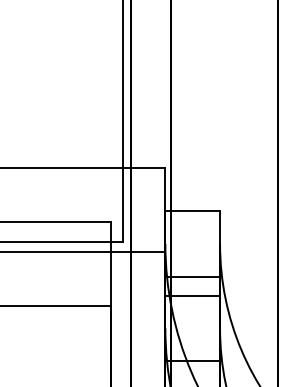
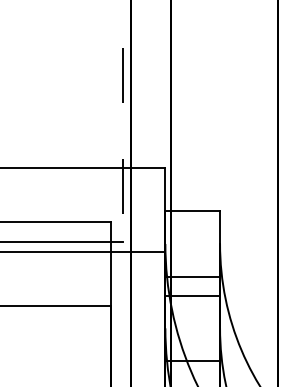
line at (123, 121): solid -> dashed
